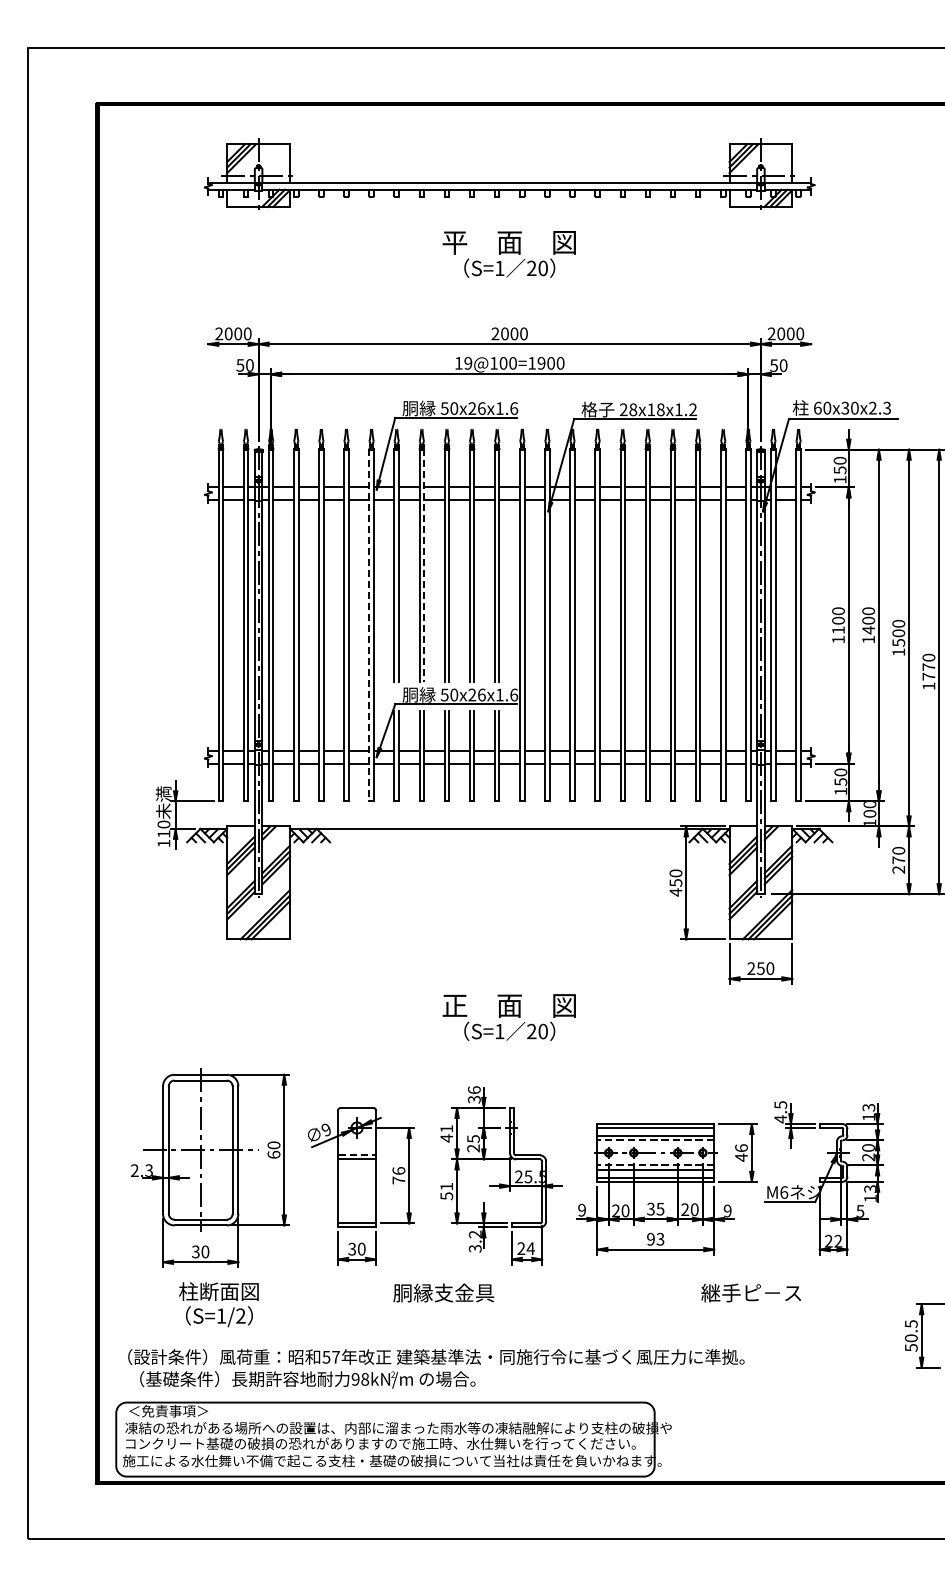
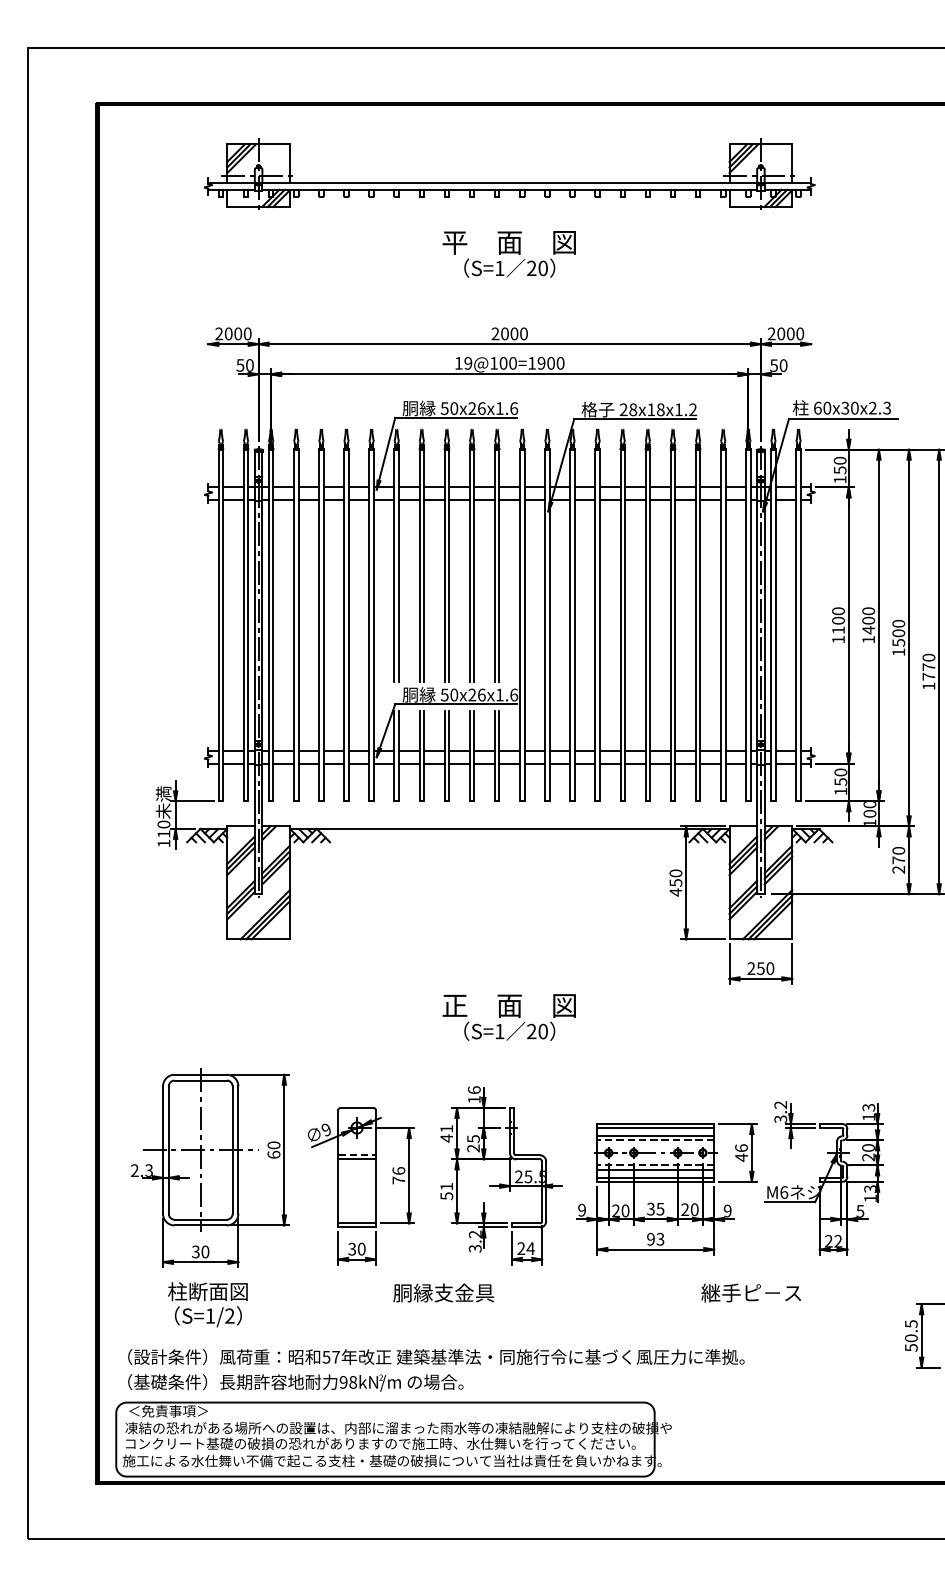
line at (424, 565): dashed -> solid
line at (369, 625): dashed -> solid
text at (474, 1099): 36 -> 16
text at (780, 1112): 4.5 -> 3.2
text at (218, 1304) position: (218, 1304) -> (207, 1304)
text at (307, 1379) position: (307, 1379) -> (295, 1382)
